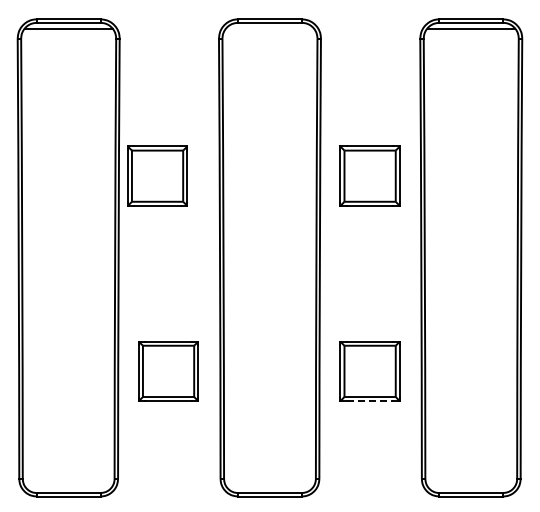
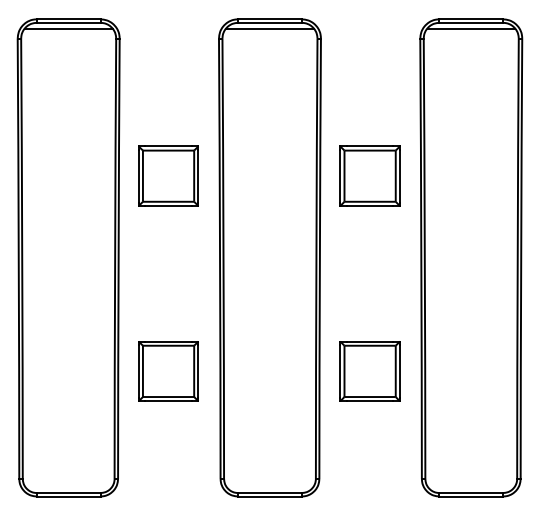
line at (269, 28): none -> present
part at (157, 175) position: (157, 175) -> (168, 175)
line at (370, 401): dashed -> solid
